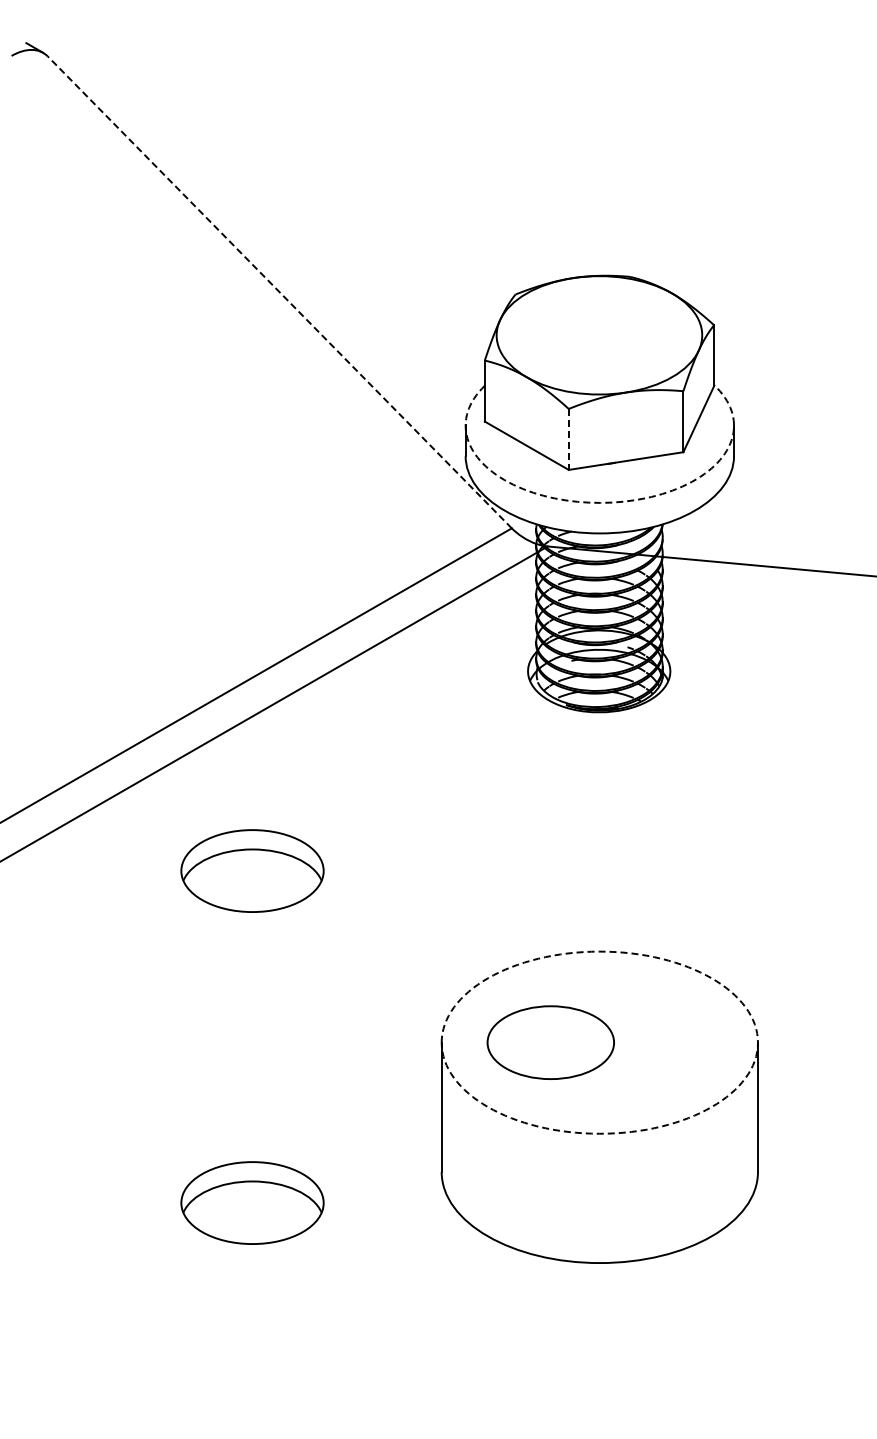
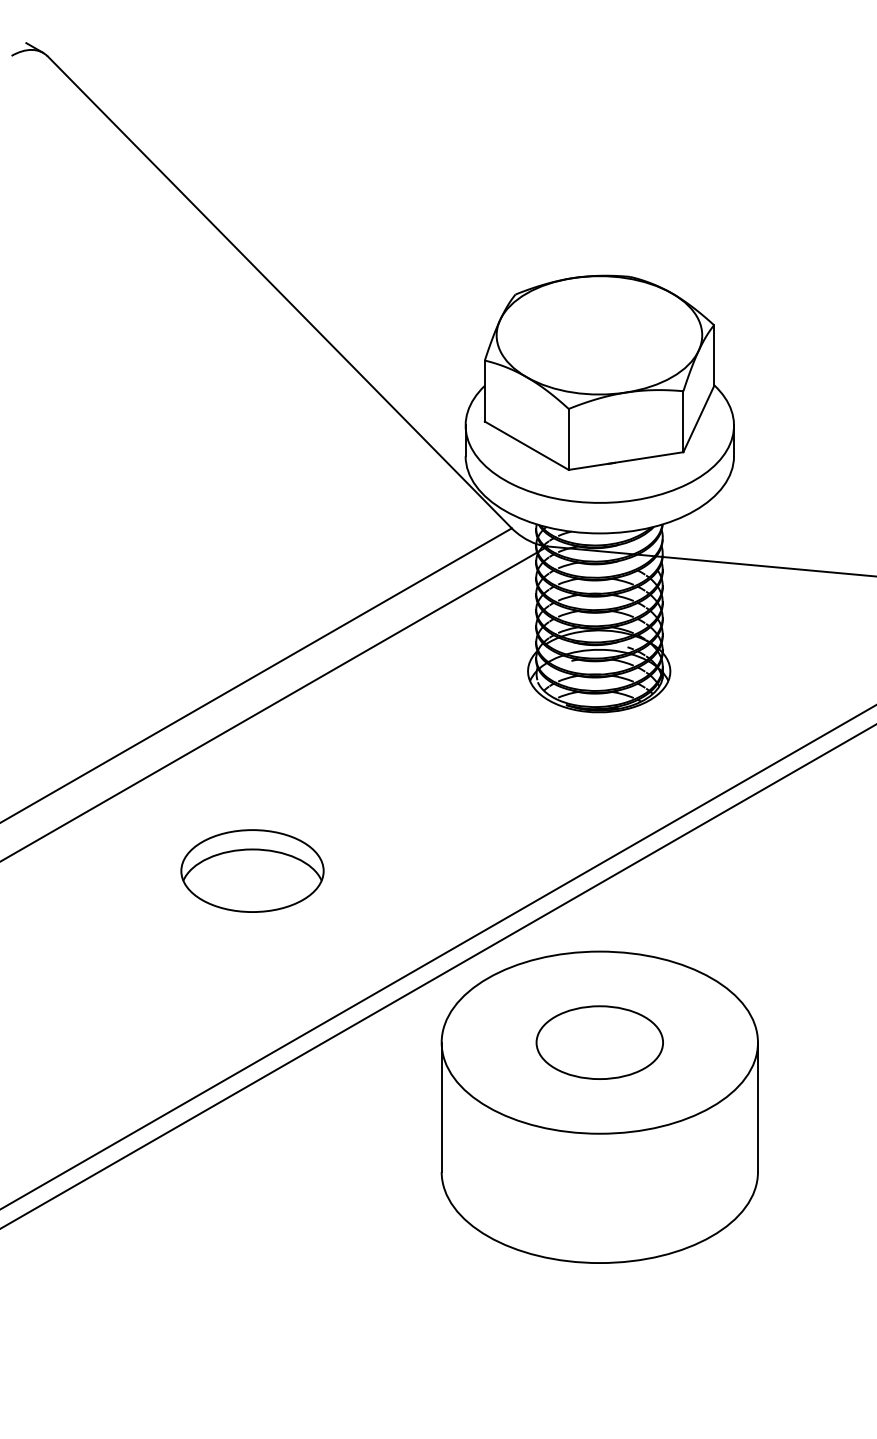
line at (279, 292): dashed -> solid
line at (568, 439): dashed -> solid
arc at (600, 502): dashed -> solid
line at (437, 957): none -> present
line at (437, 976): none -> present
circle at (550, 1042) position: (550, 1042) -> (599, 1042)
circle at (599, 1042): dashed -> solid
part at (252, 1202): present -> none
